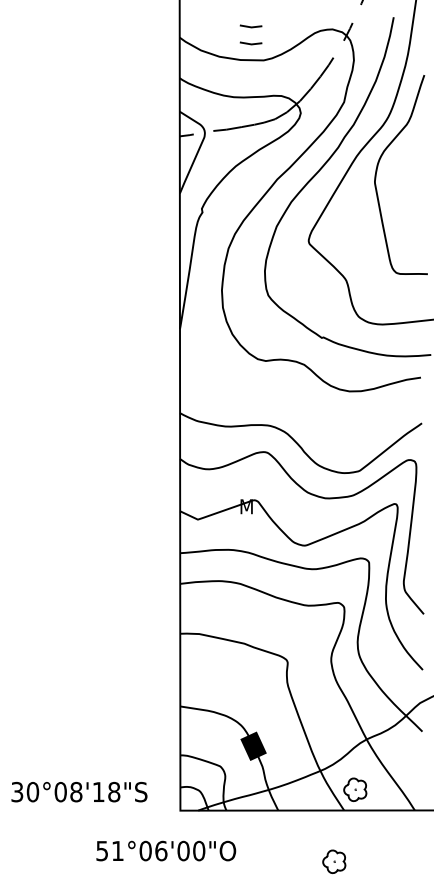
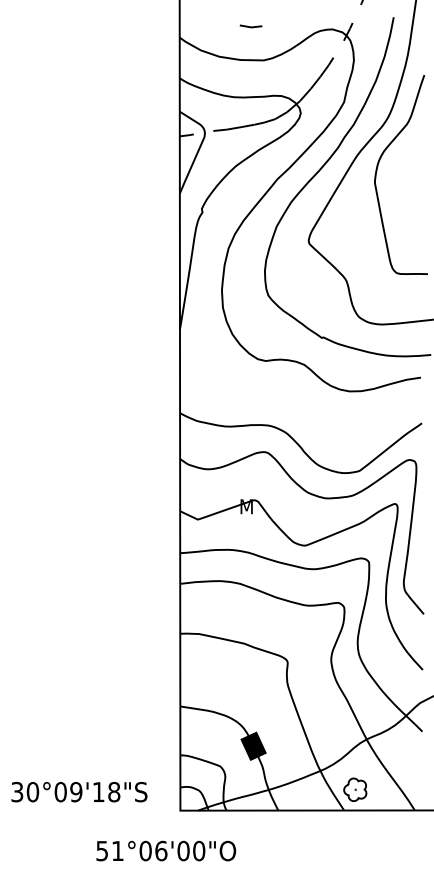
line at (250, 43): present -> none
text at (76, 792): 30°08'18"S -> 30°09'18"S
part at (334, 861): present -> none
